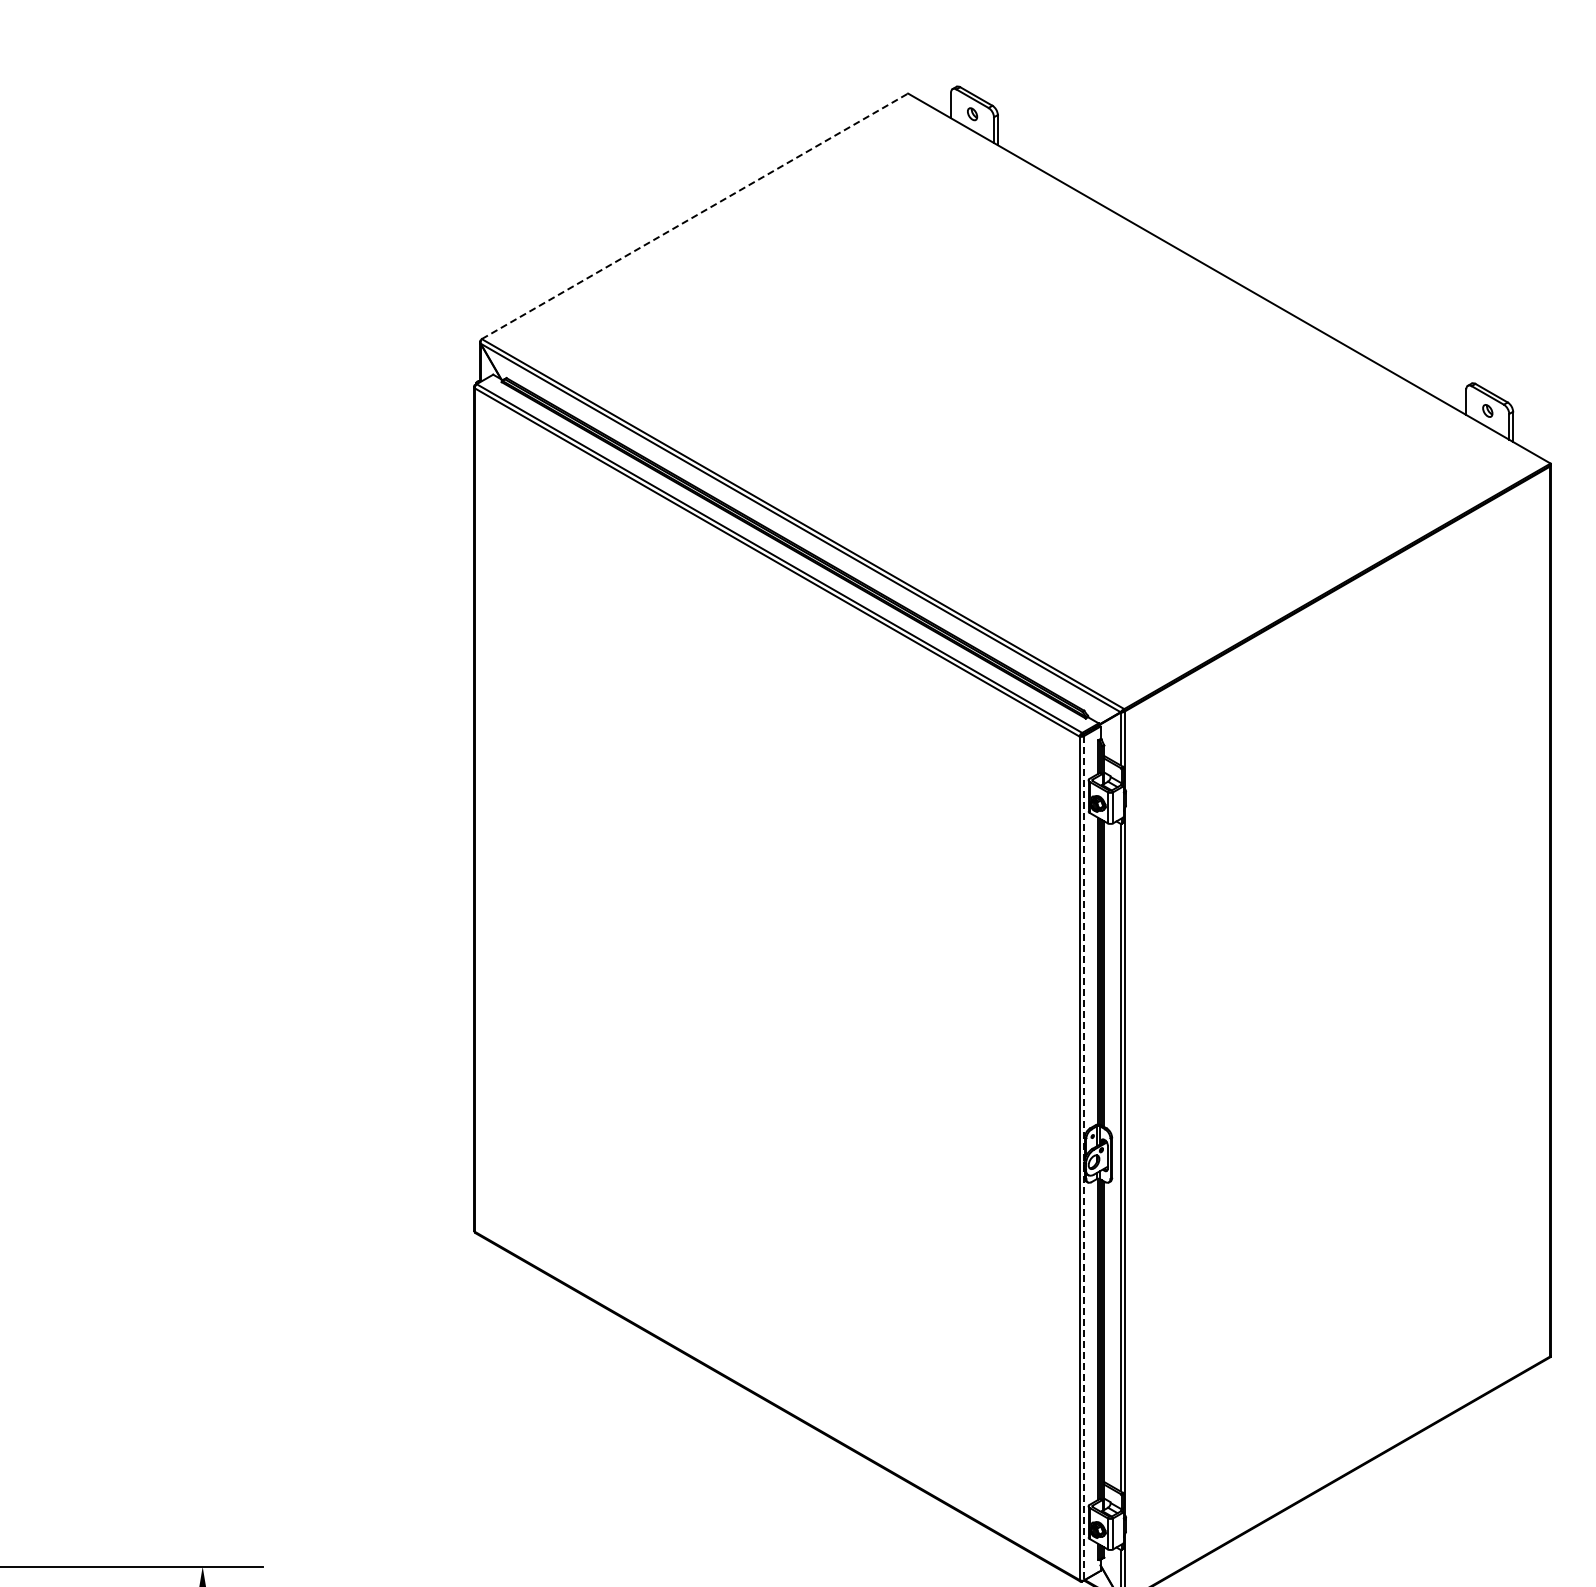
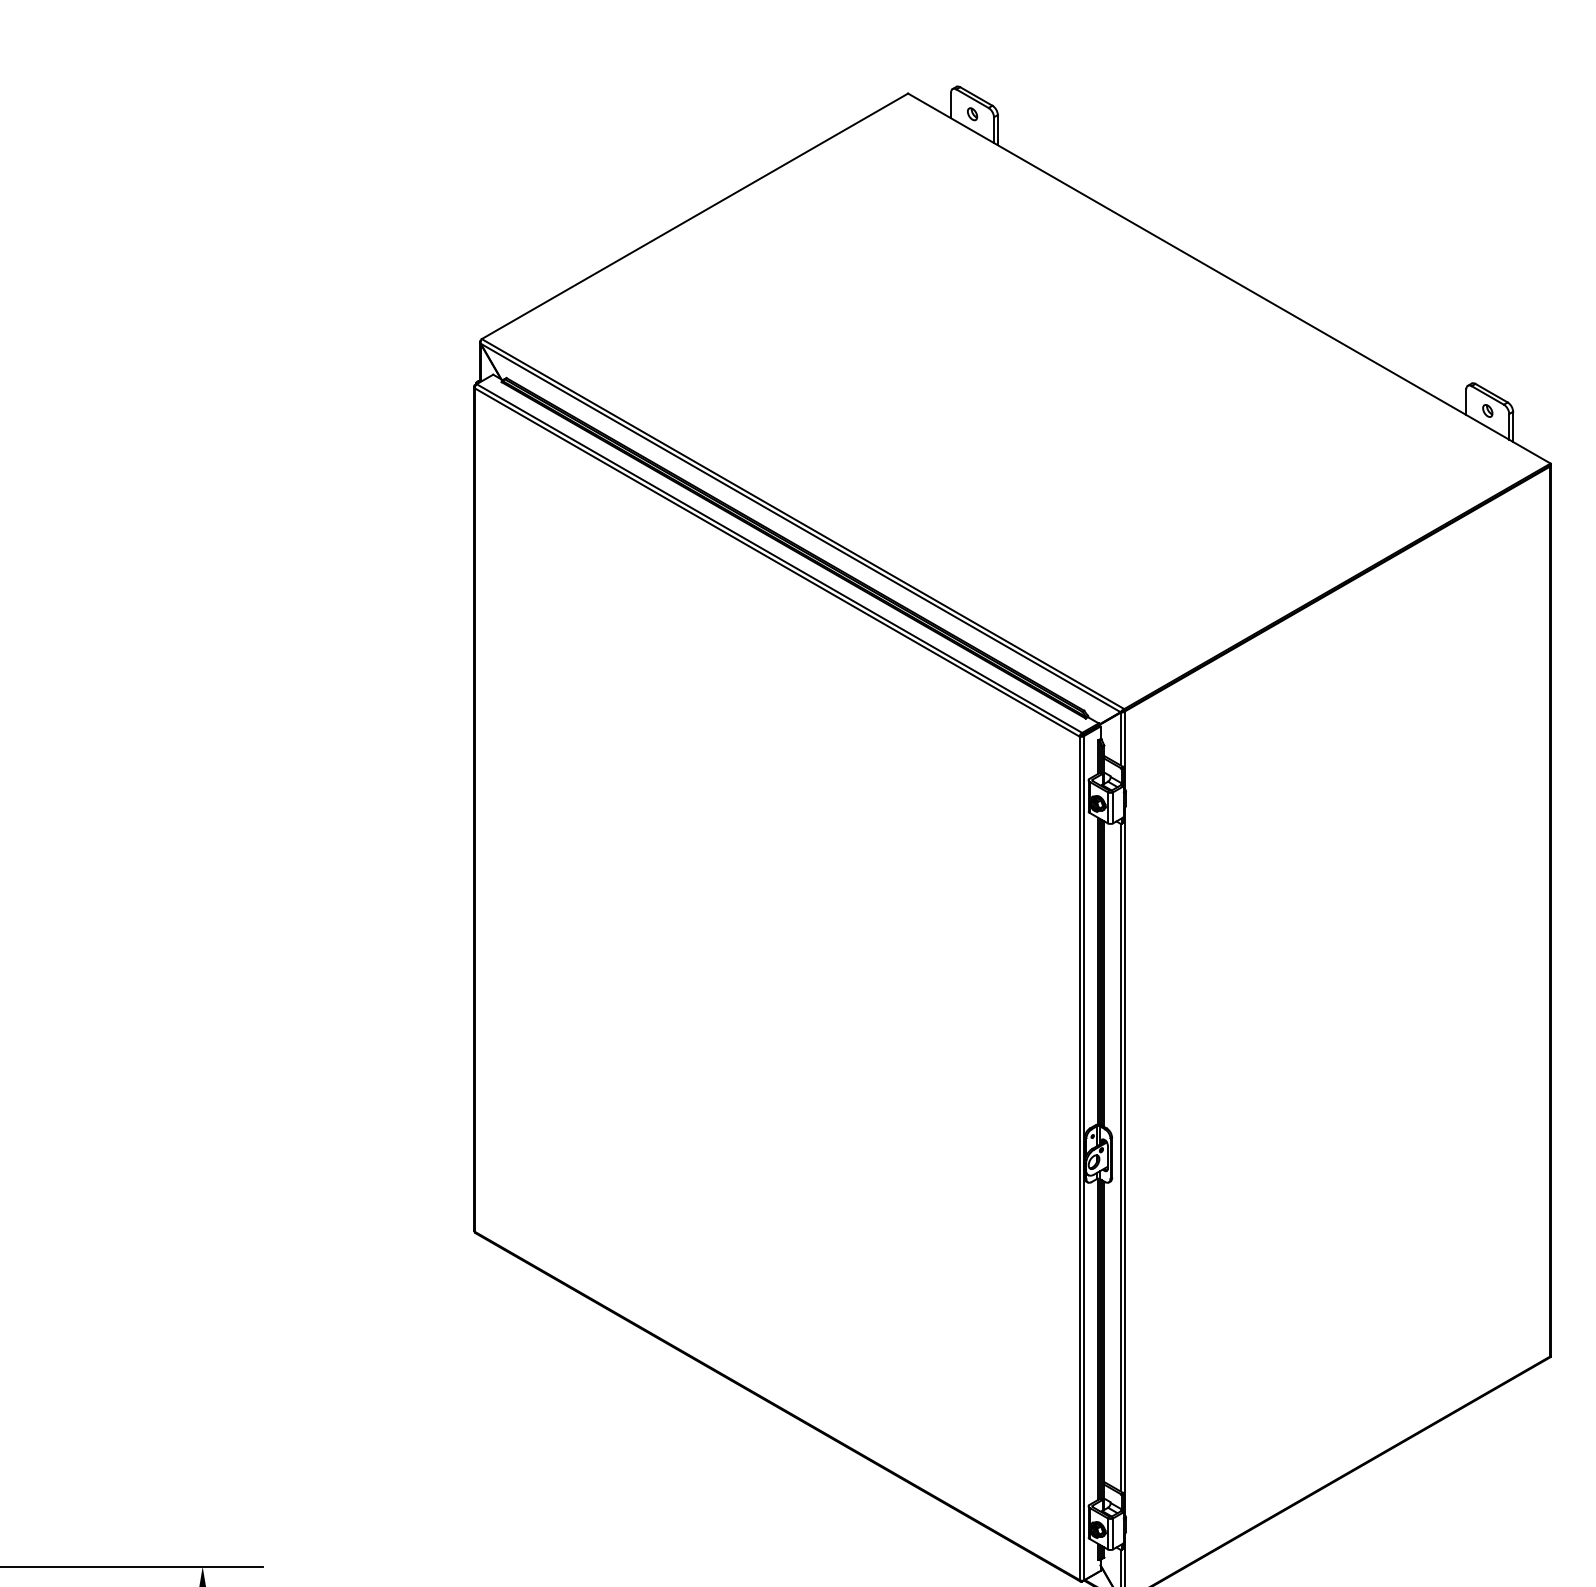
line at (694, 216): dashed -> solid
line at (1084, 1158): dashed -> solid
